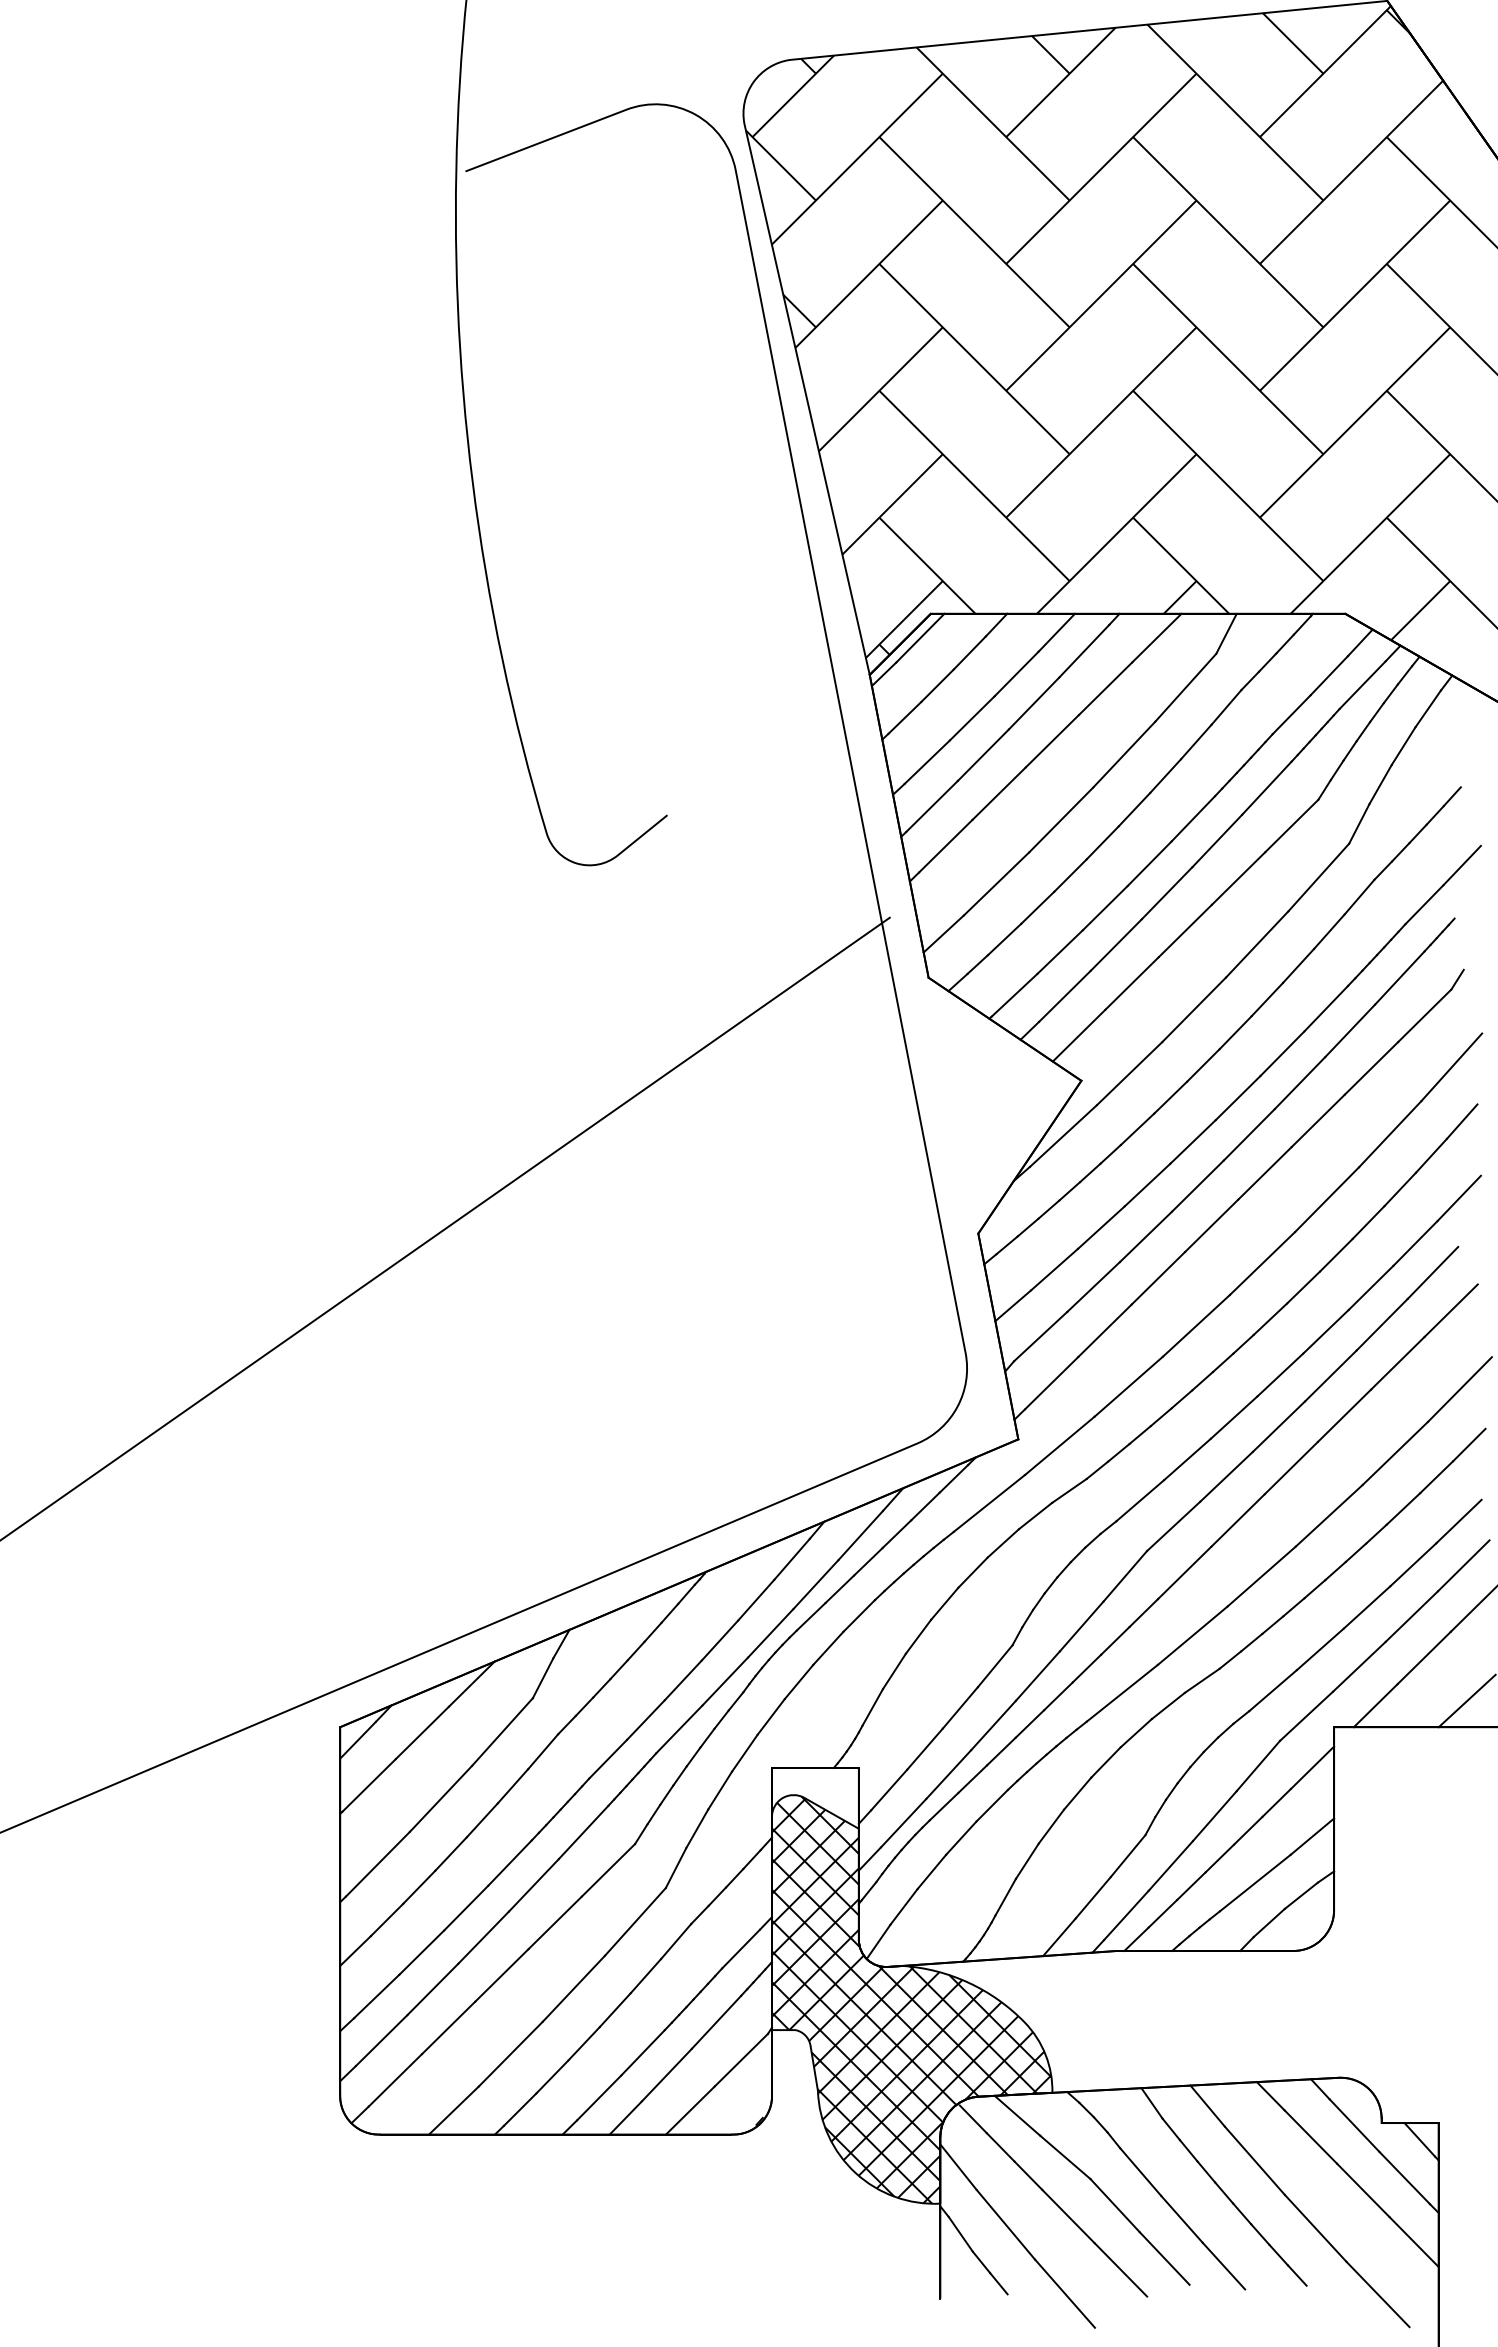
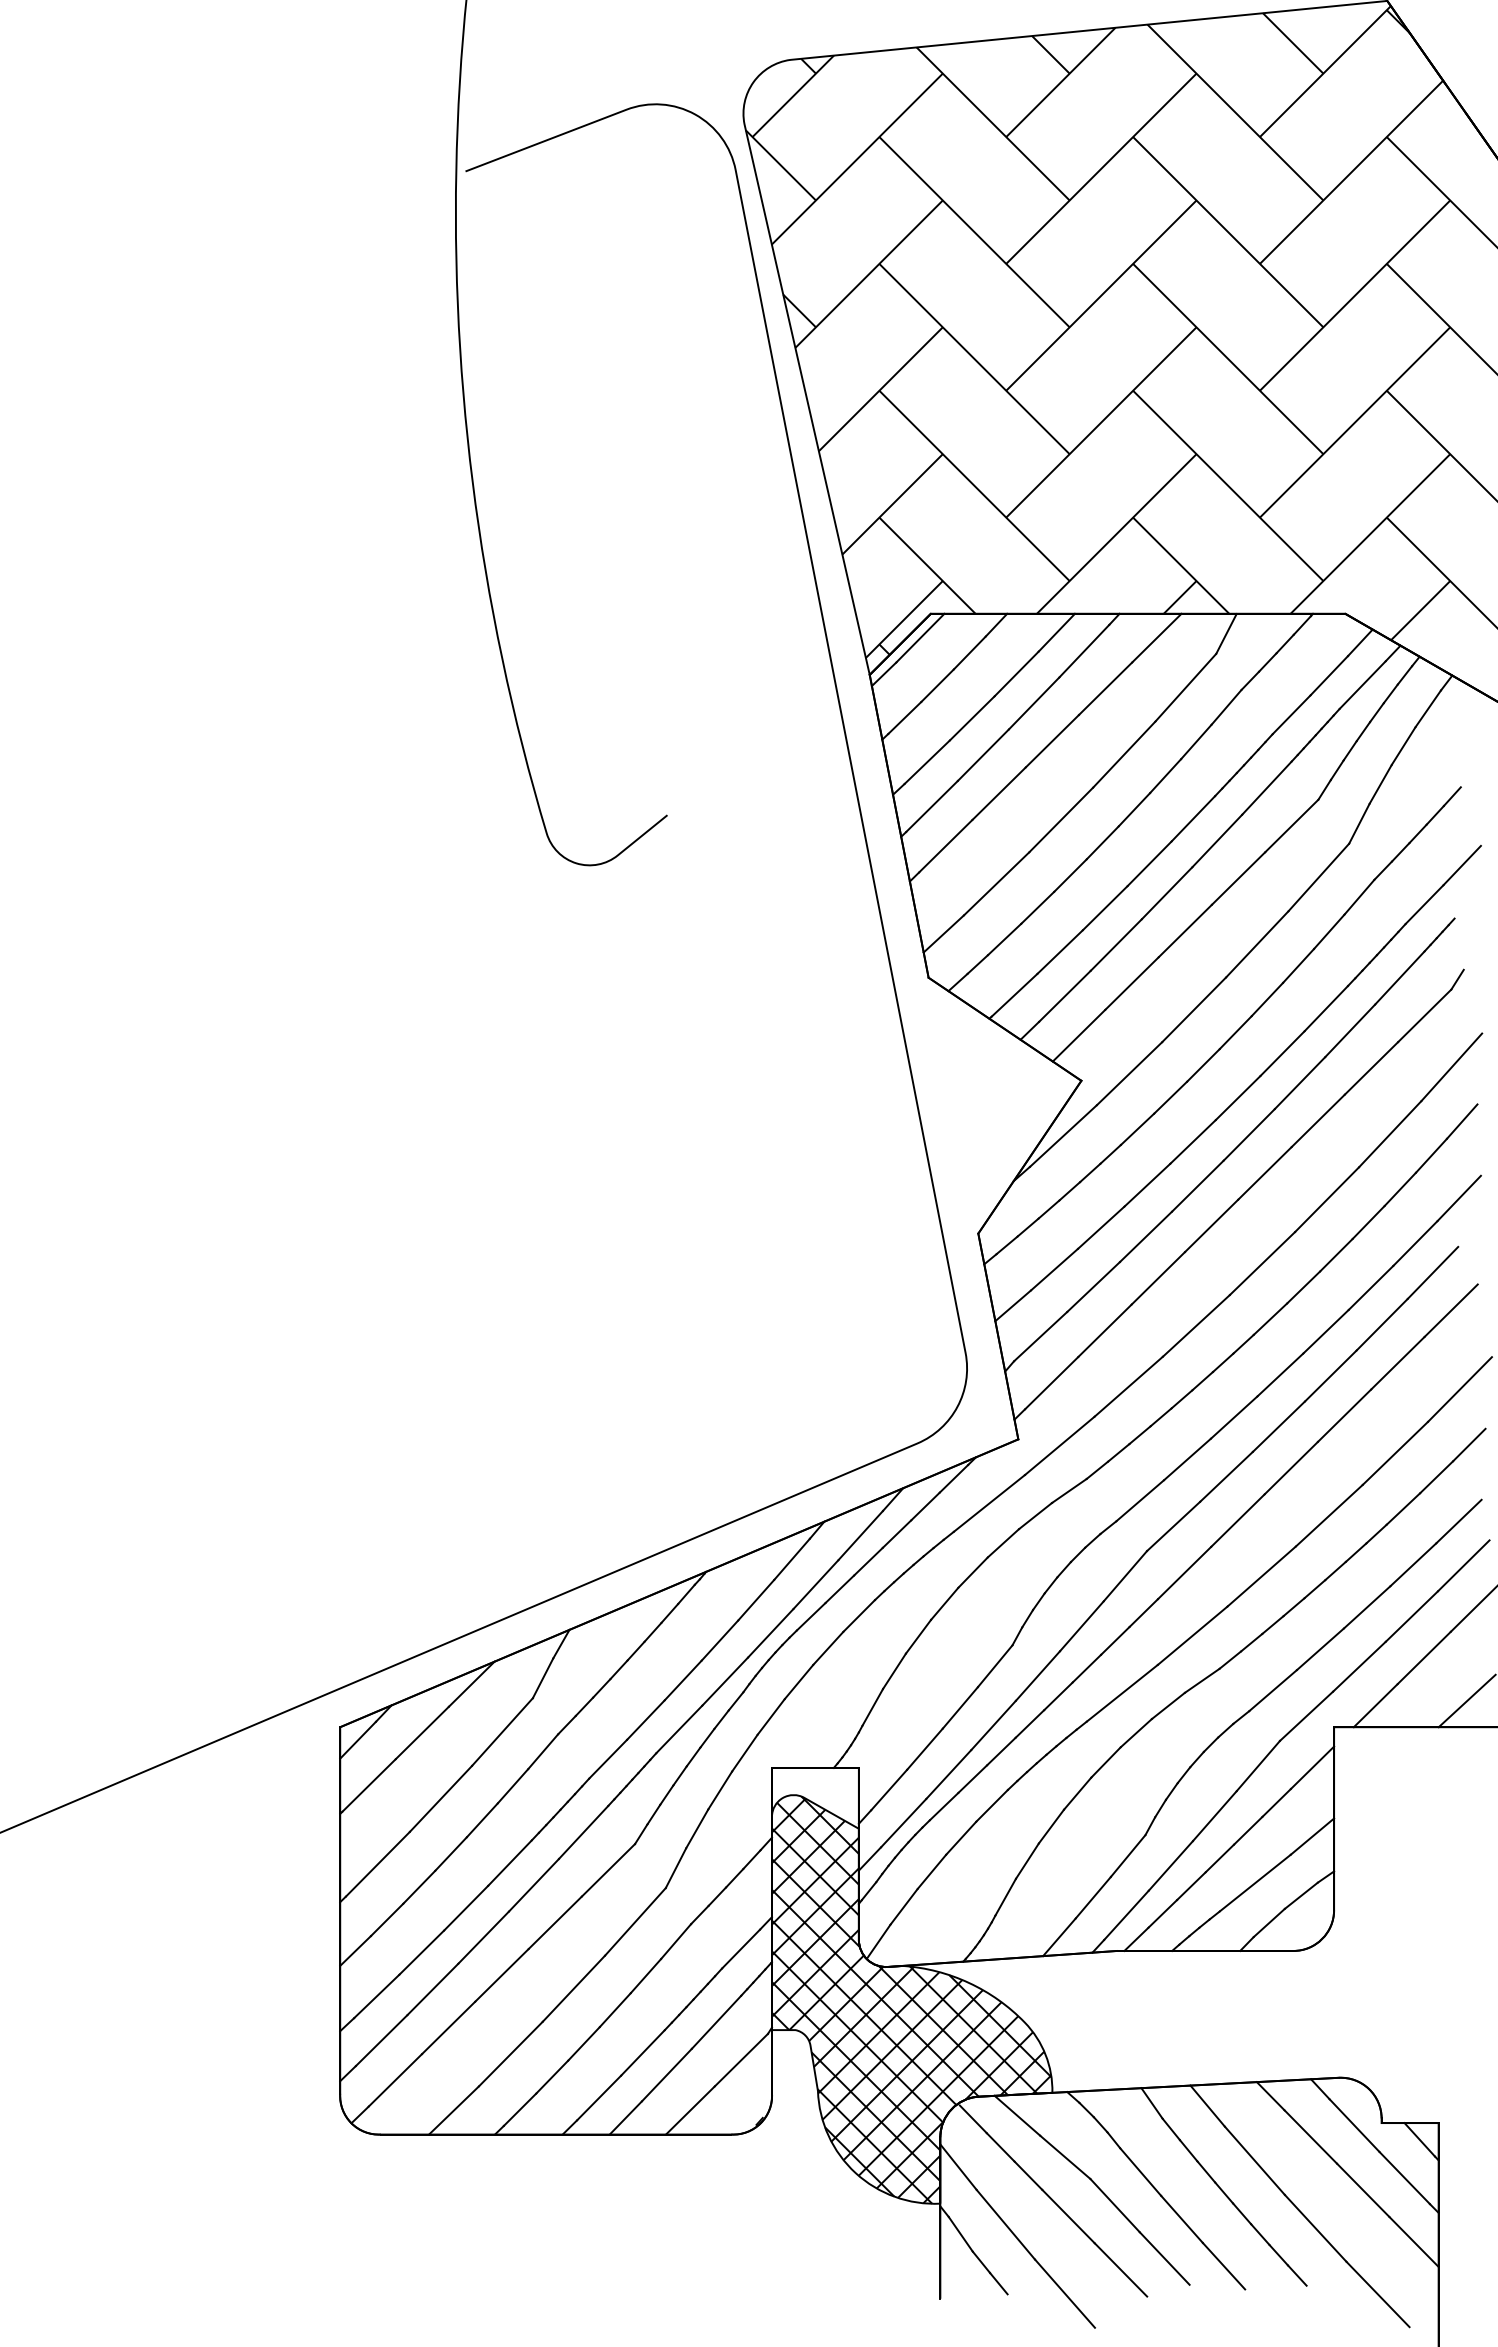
line at (445, 1228): present -> none
